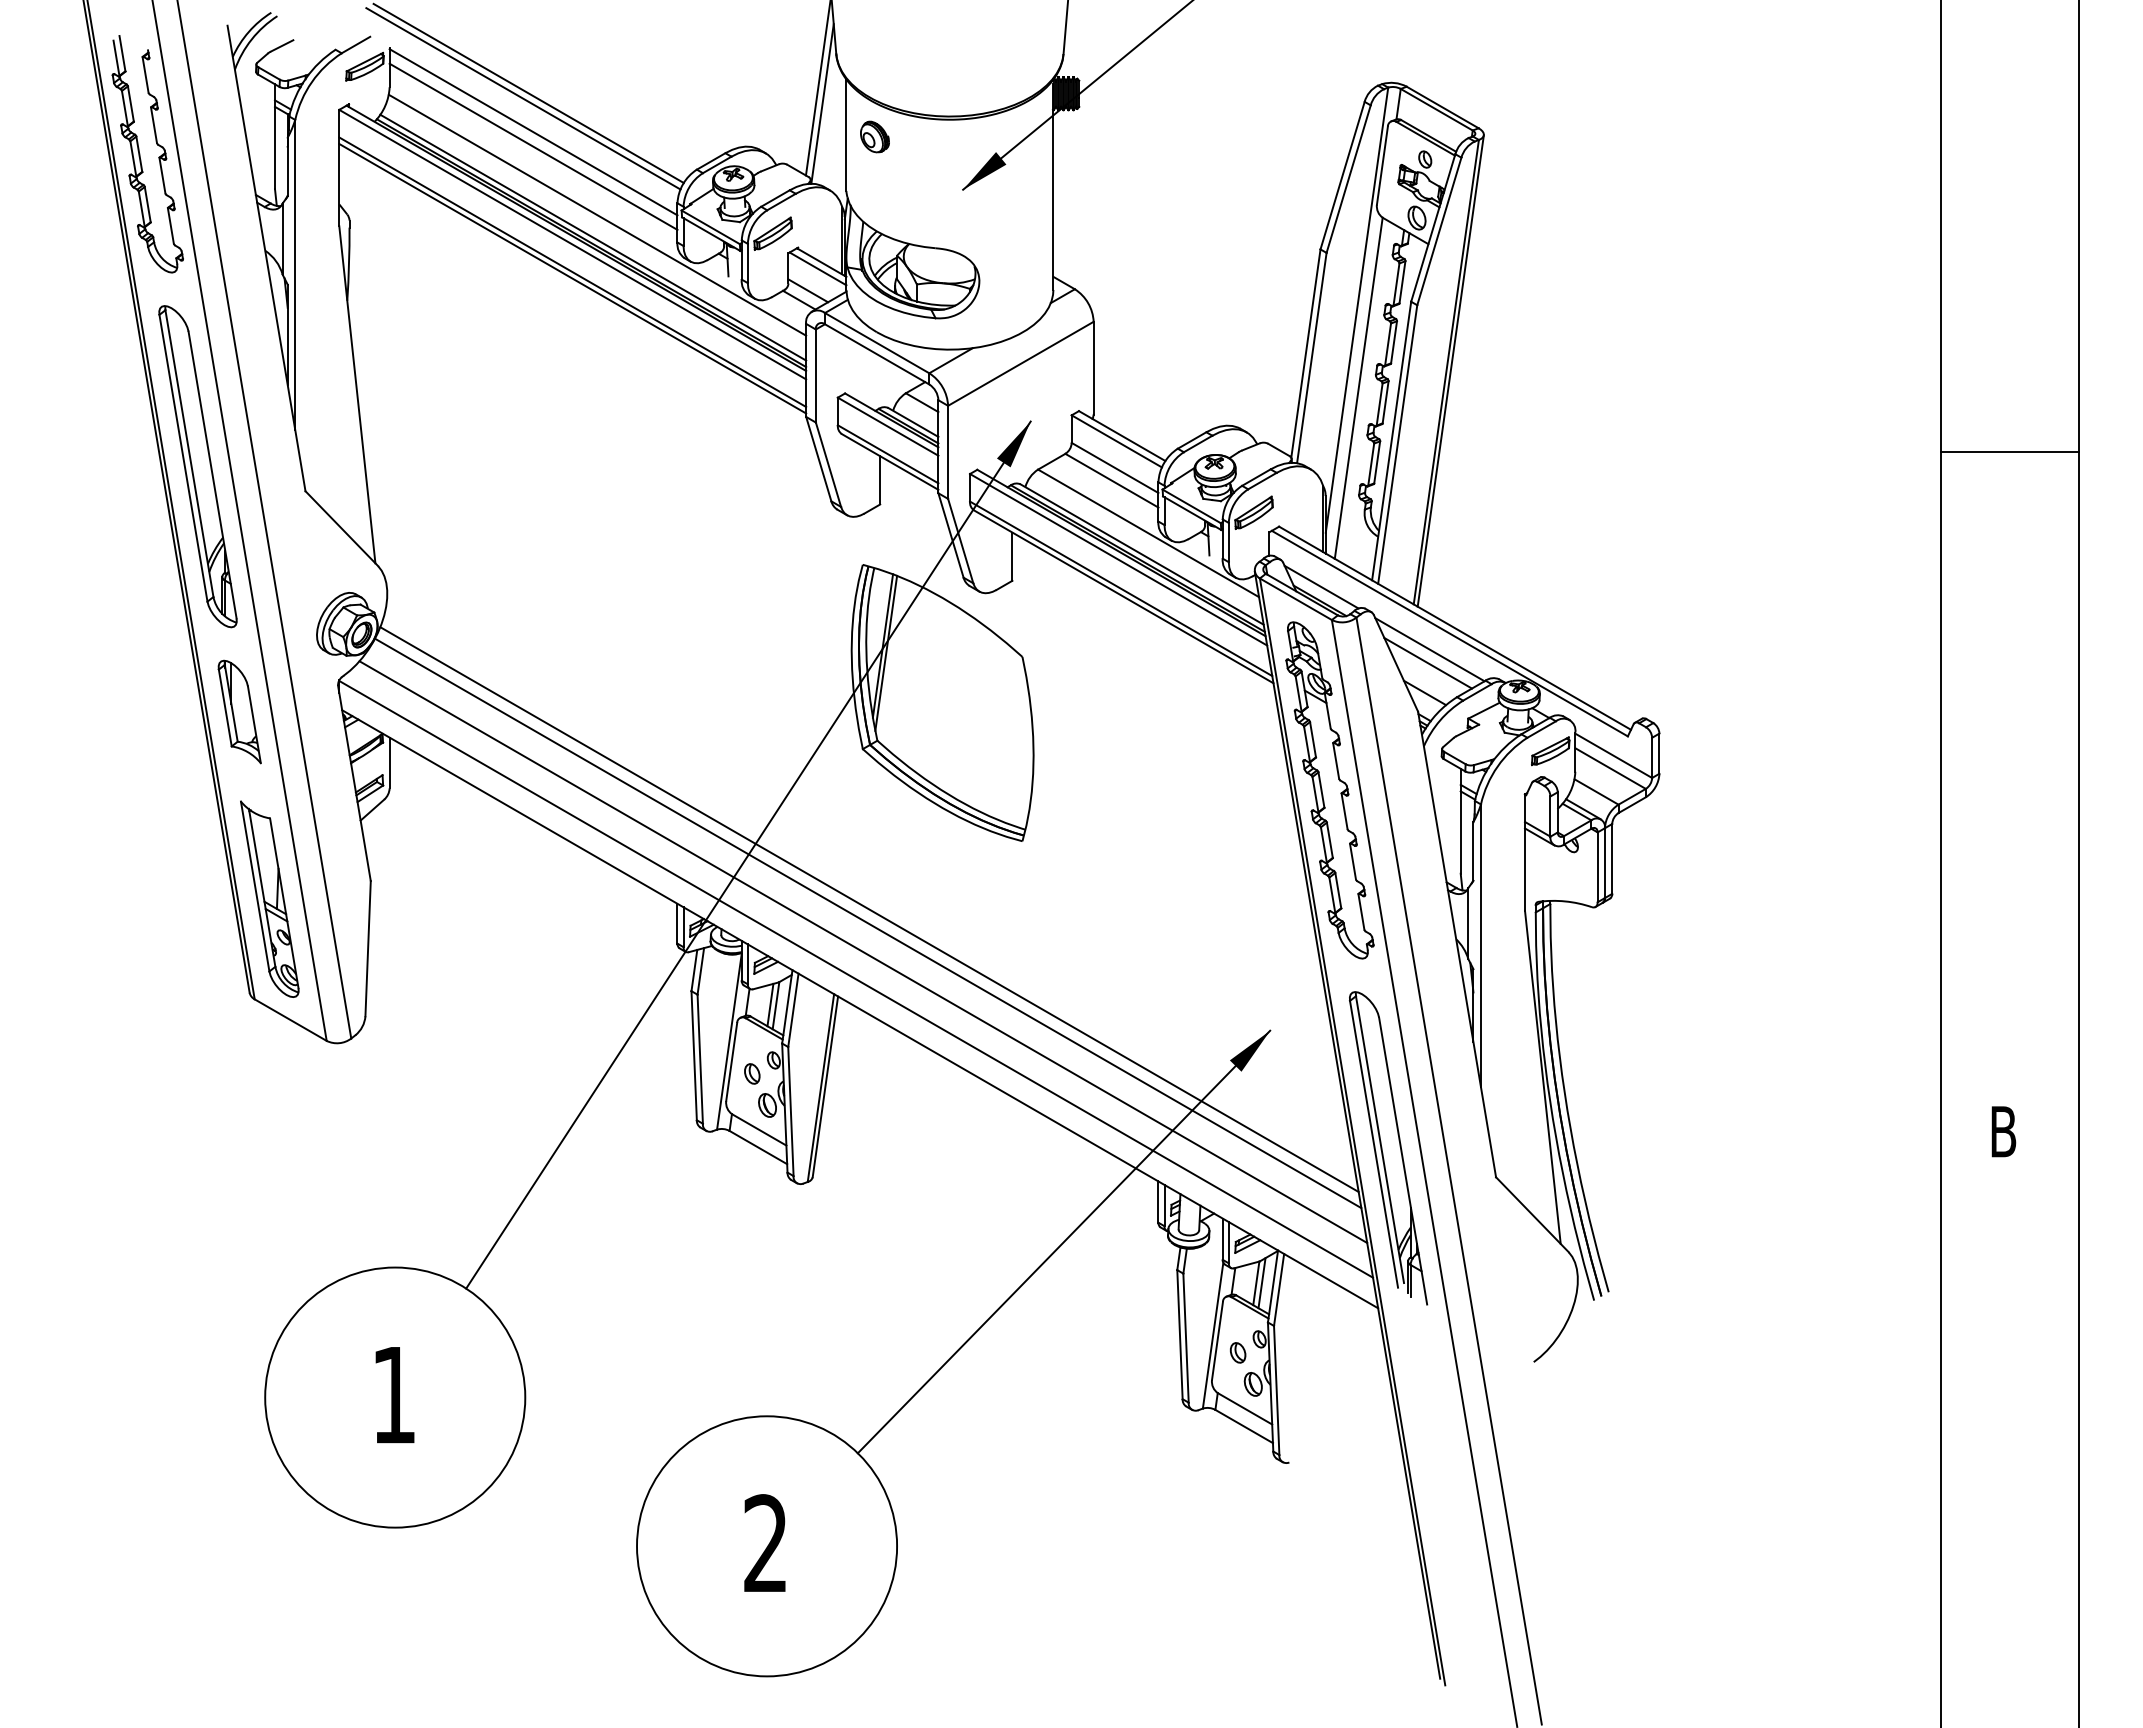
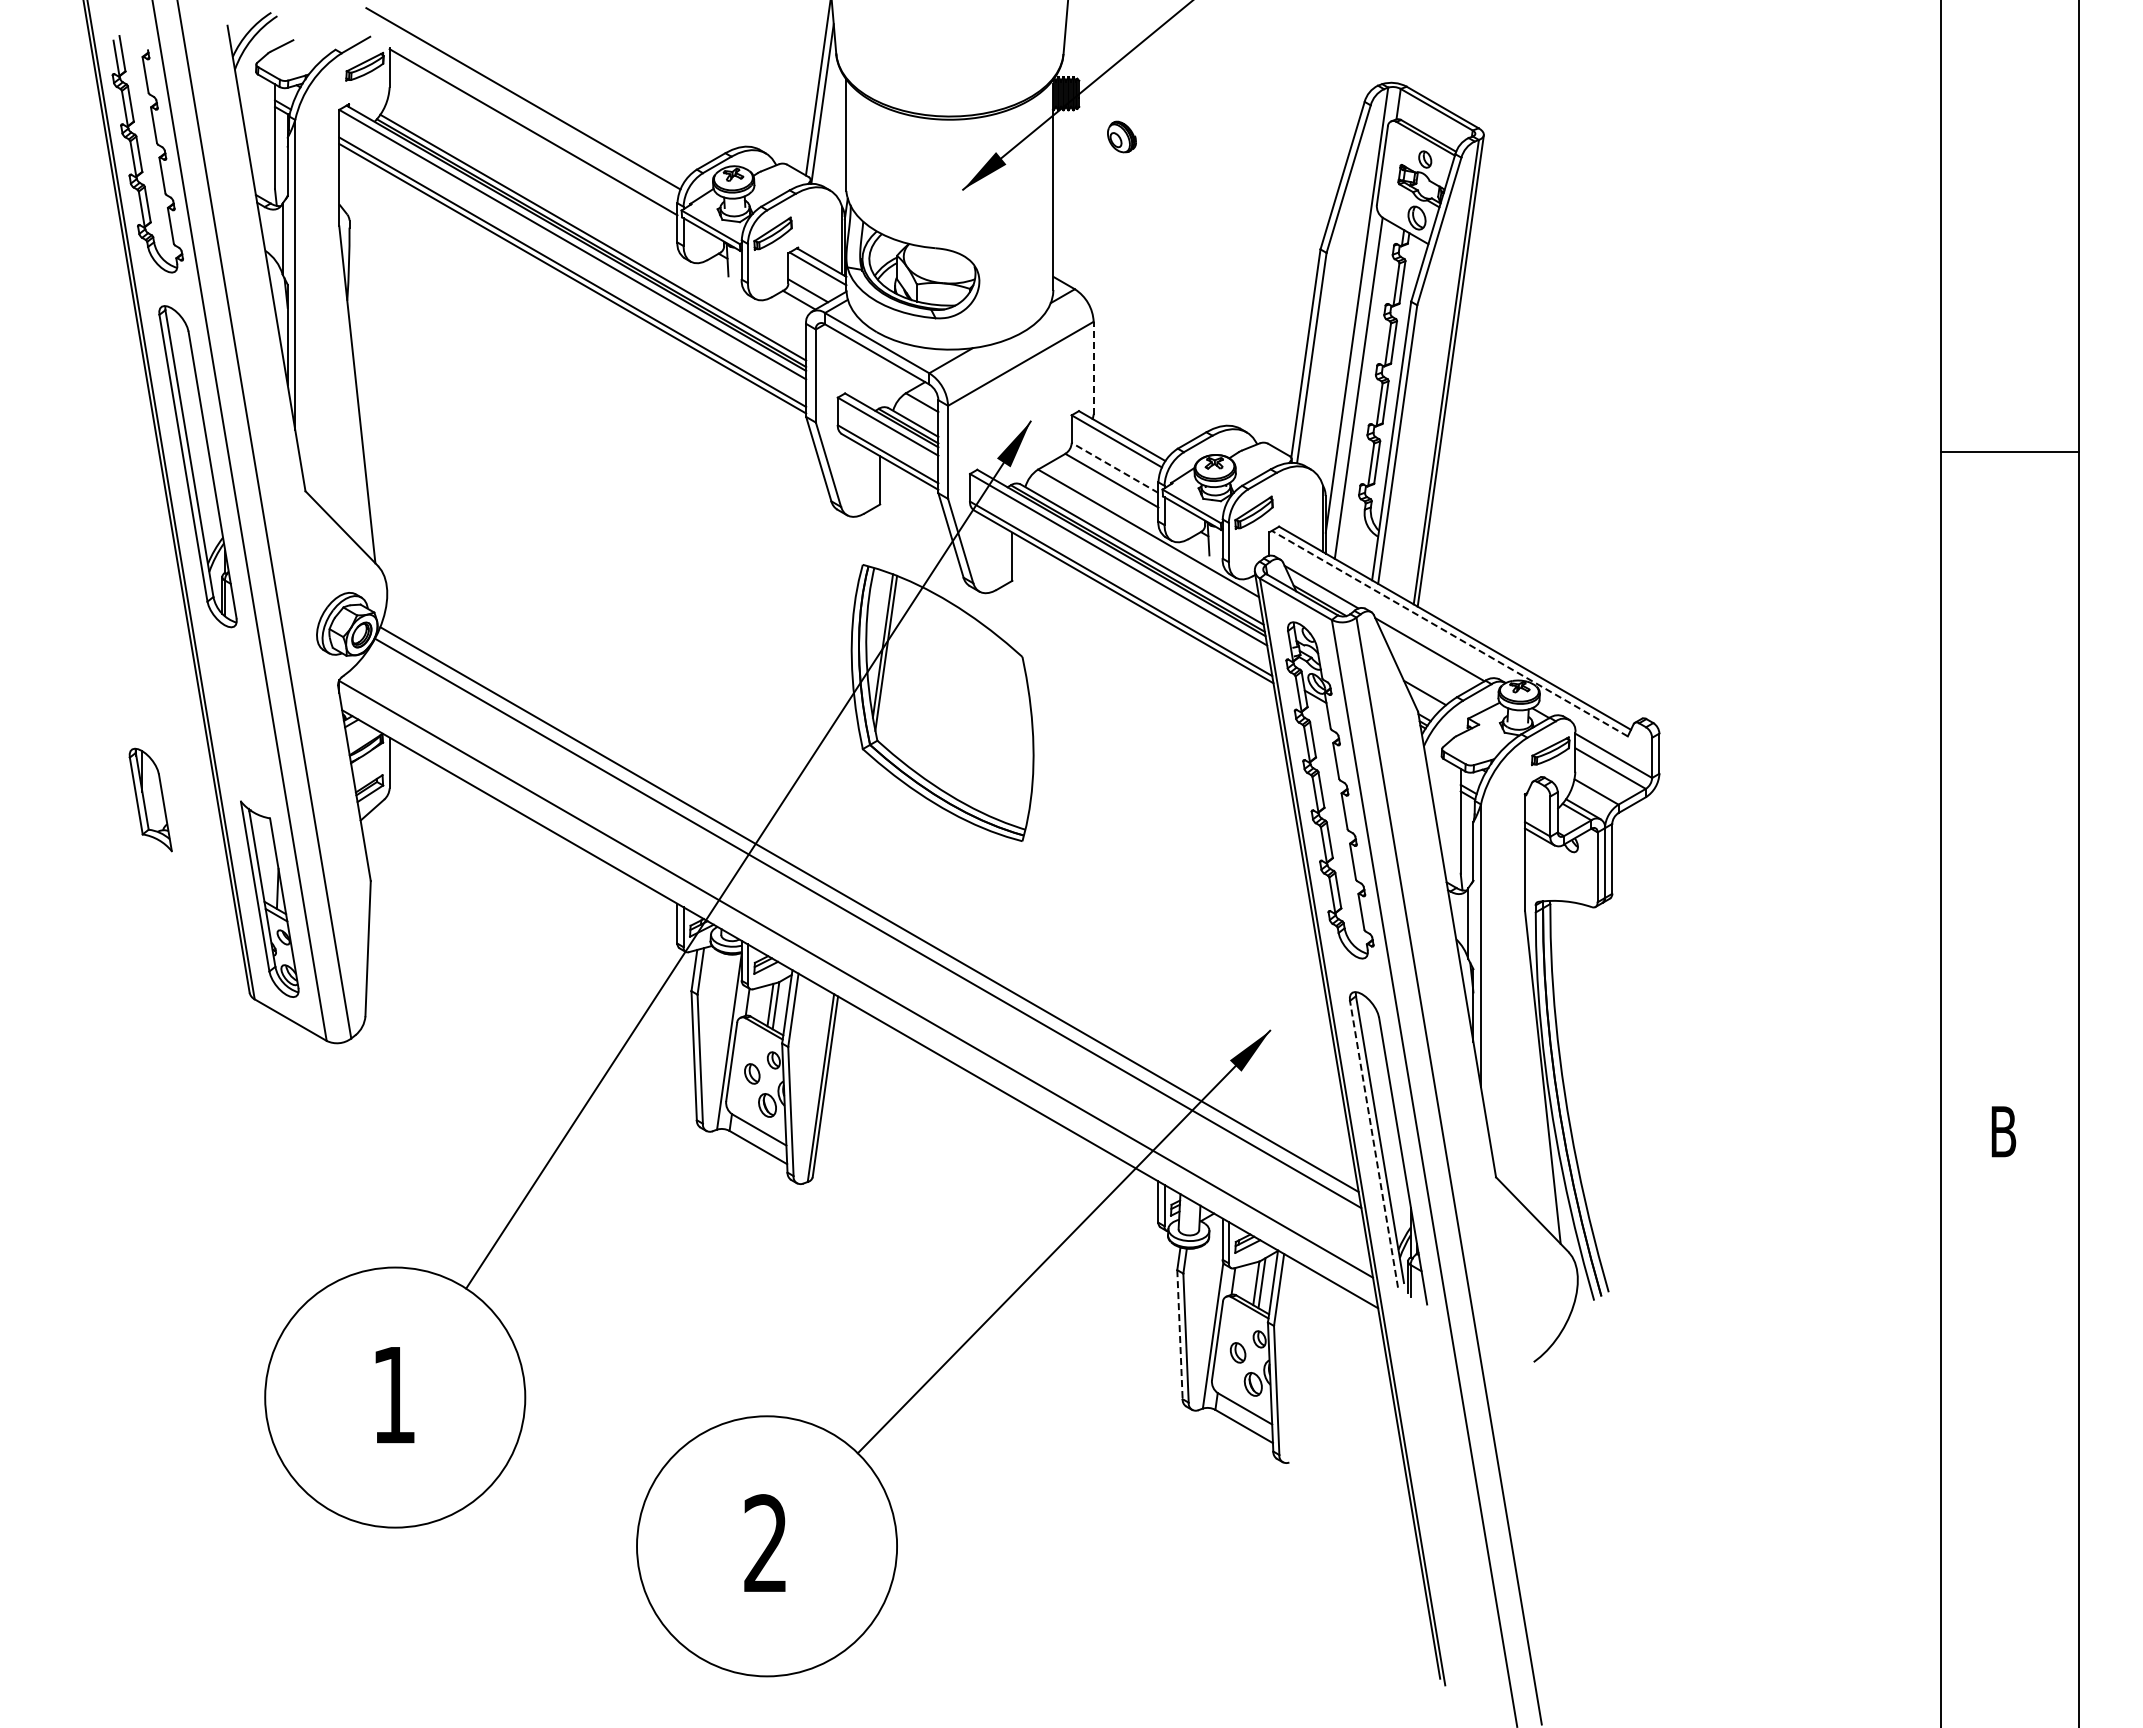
line at (528, 93): present -> none
part at (874, 136) position: (874, 136) -> (1121, 136)
line at (533, 146): present -> none
line at (597, 214): present -> none
line at (1093, 368): solid -> dashed
line at (1114, 467): solid -> dashed
line at (1449, 633): solid -> dashed
line at (1427, 662): present -> none
part at (239, 711) position: (239, 711) -> (150, 799)
line at (863, 952): present -> none
line at (1373, 1143): solid -> dashed
line at (1179, 1334): solid -> dashed
